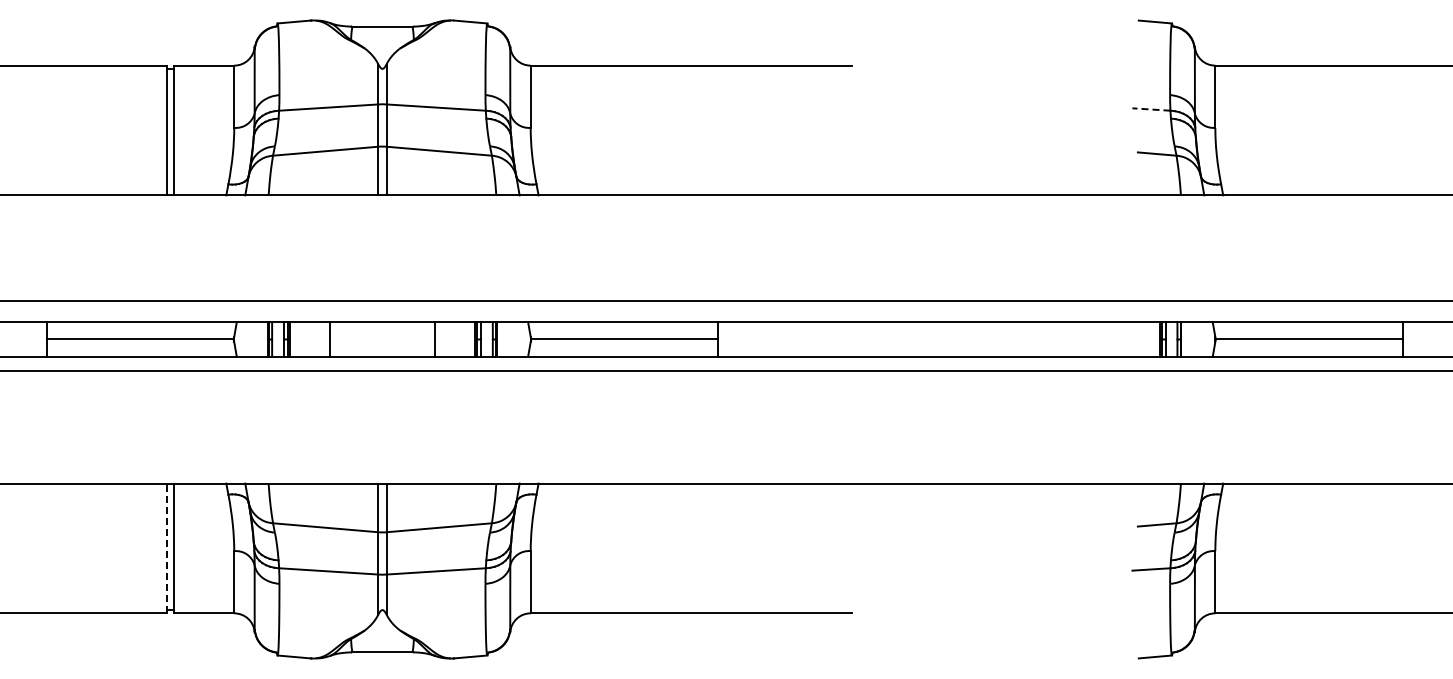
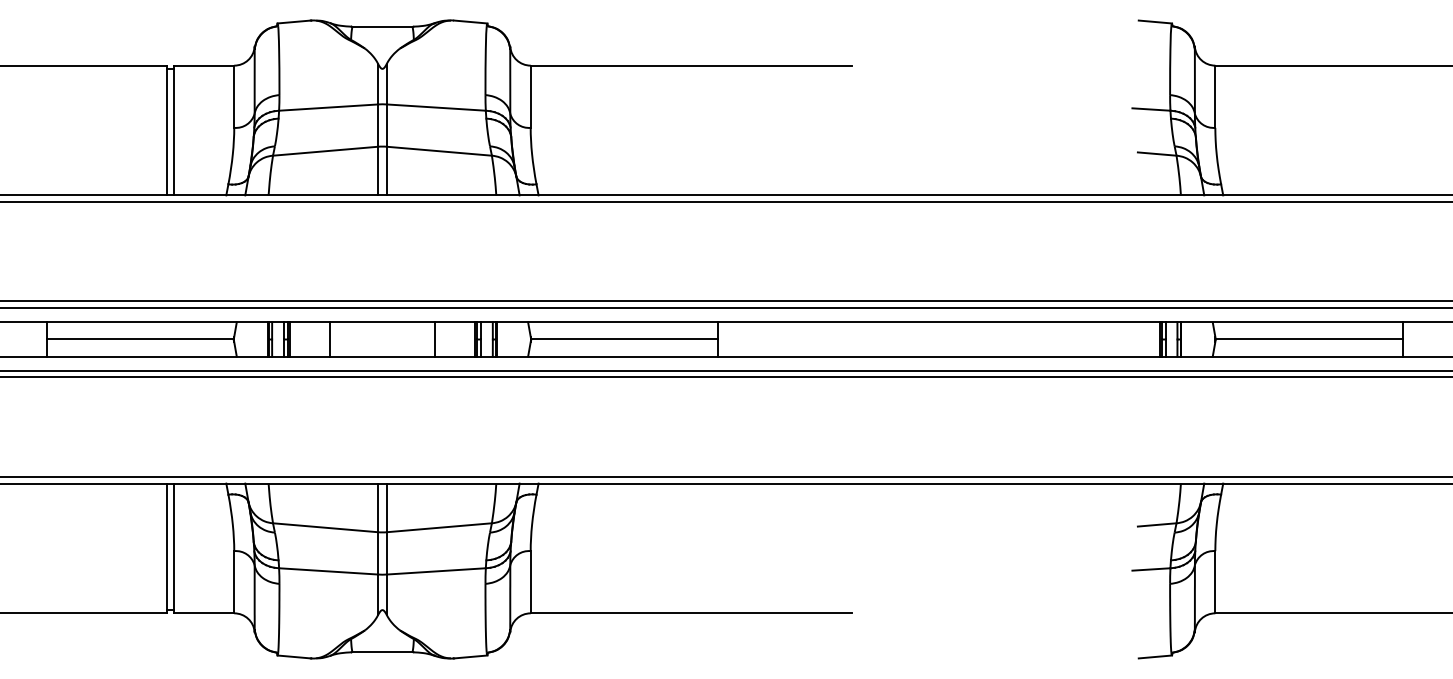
line at (1150, 109): dashed -> solid
line at (725, 202): none -> present
line at (725, 308): none -> present
line at (725, 377): none -> present
line at (725, 476): none -> present
line at (167, 548): dashed -> solid
